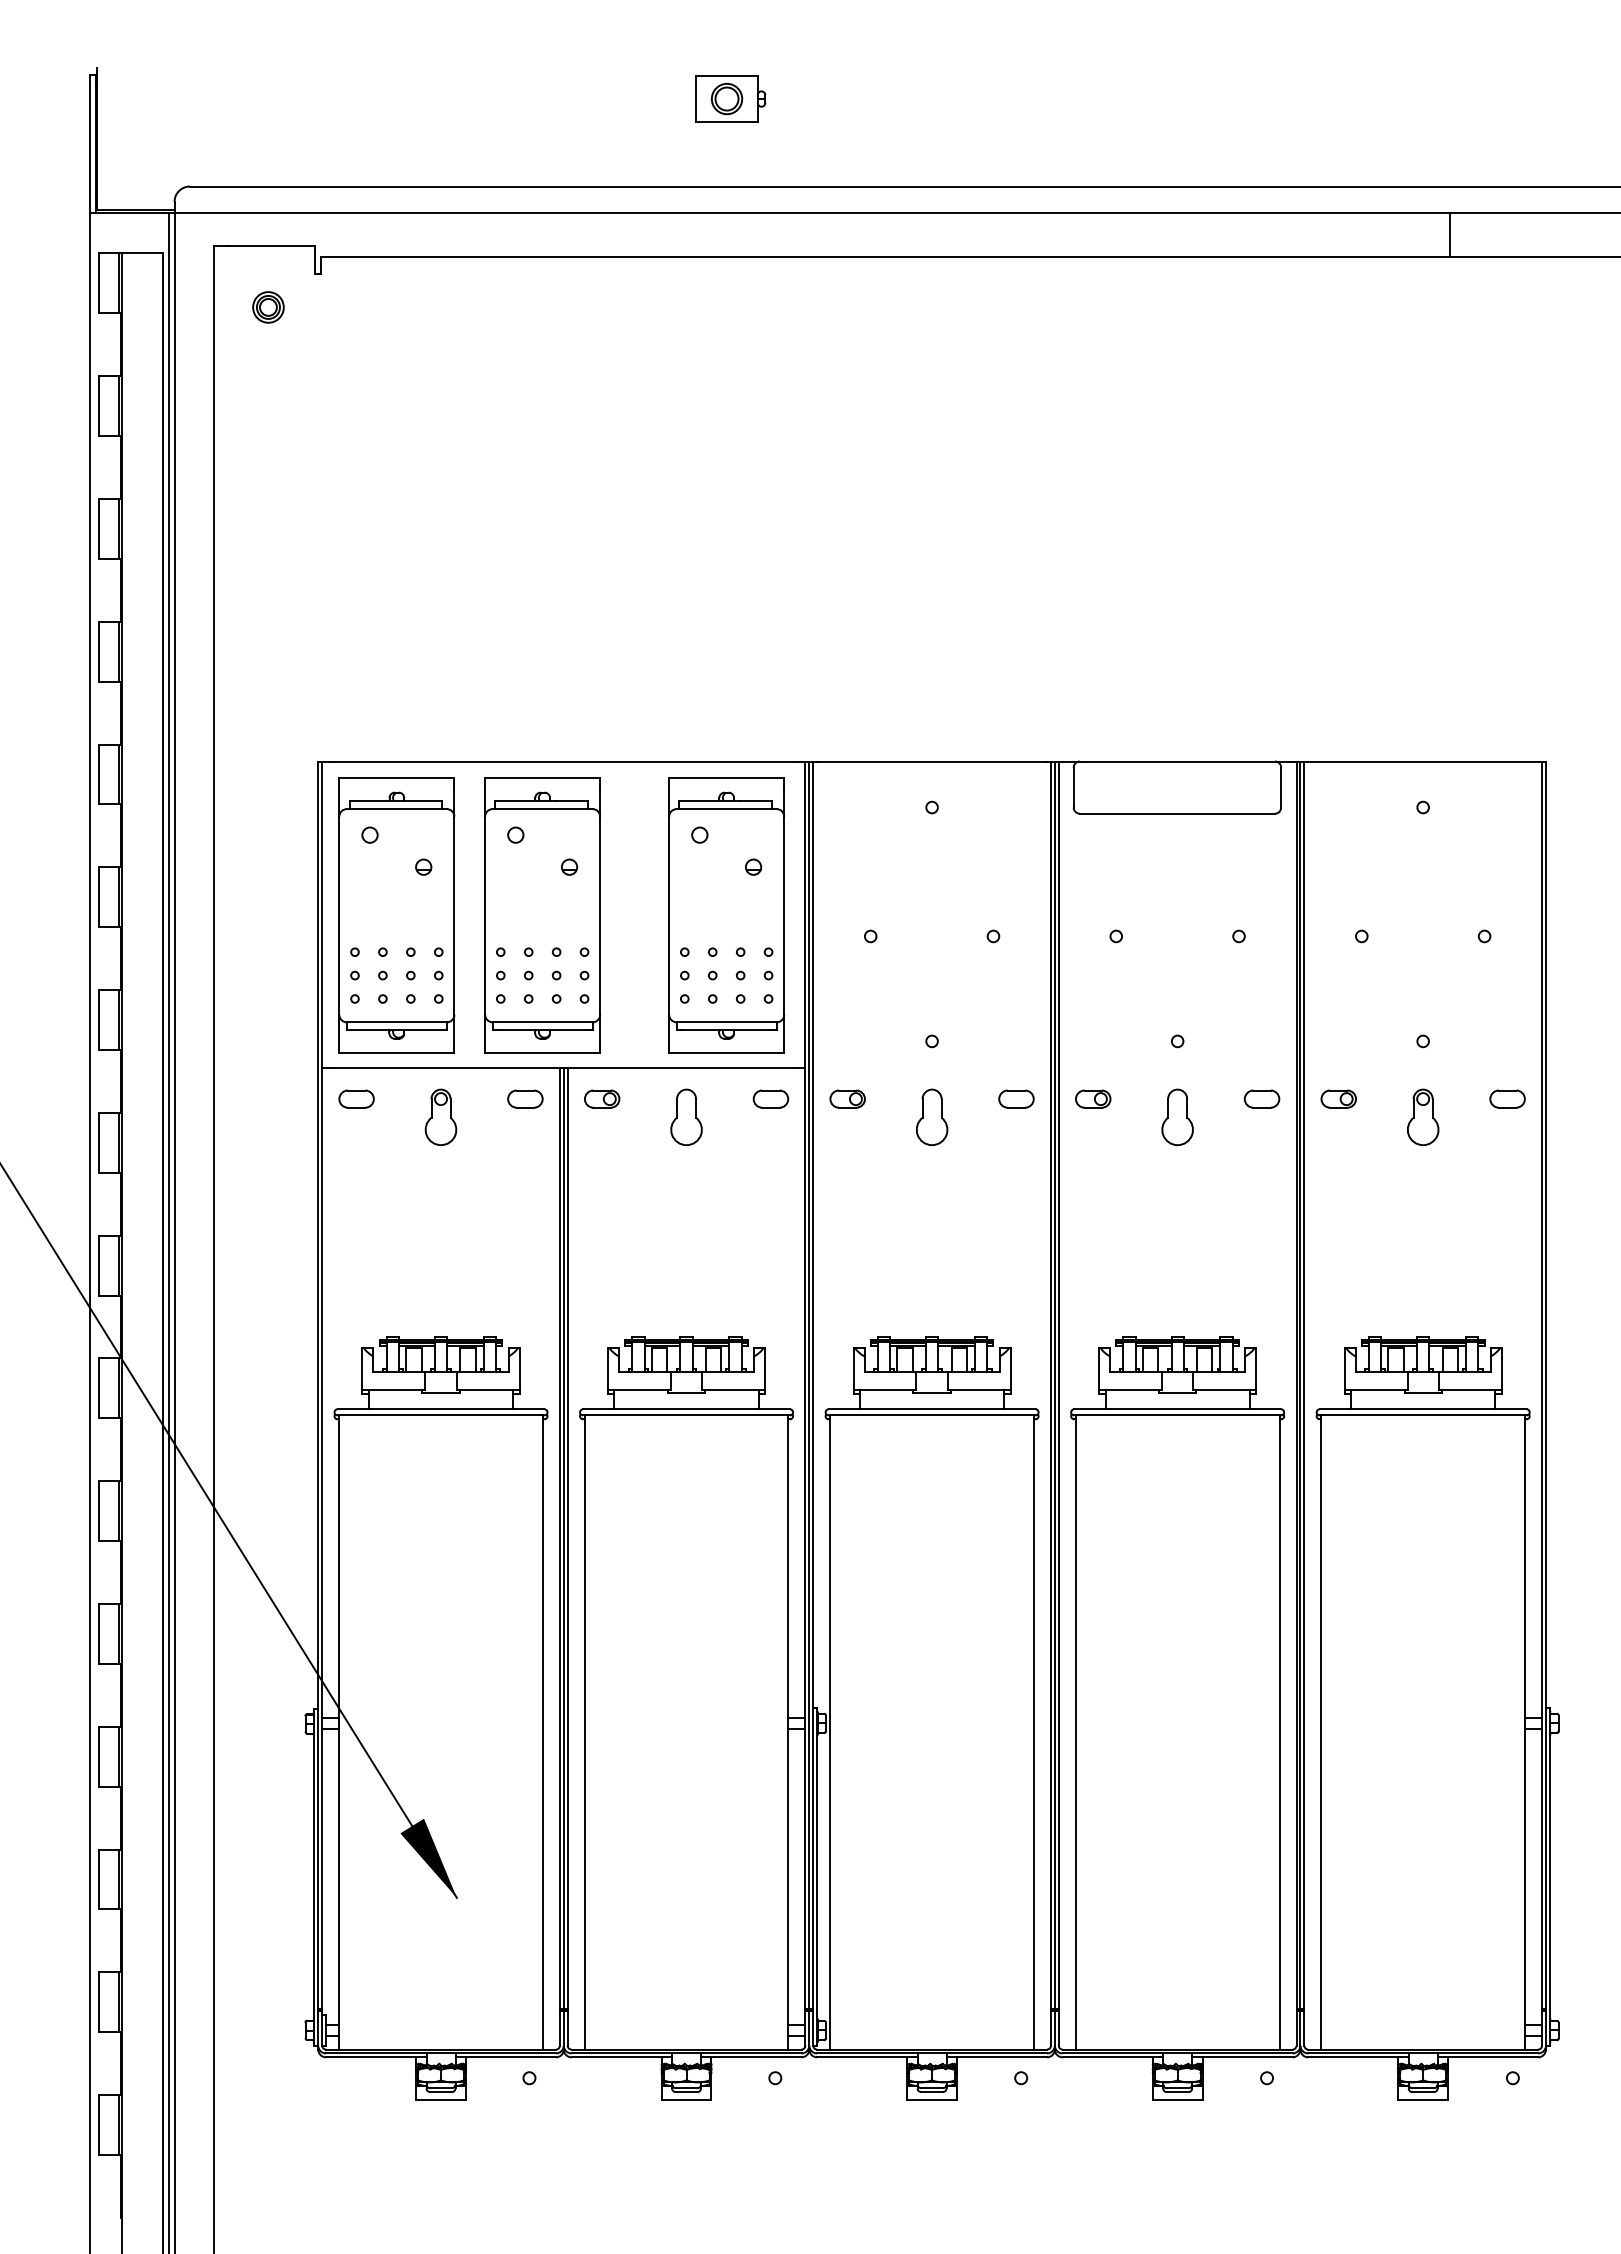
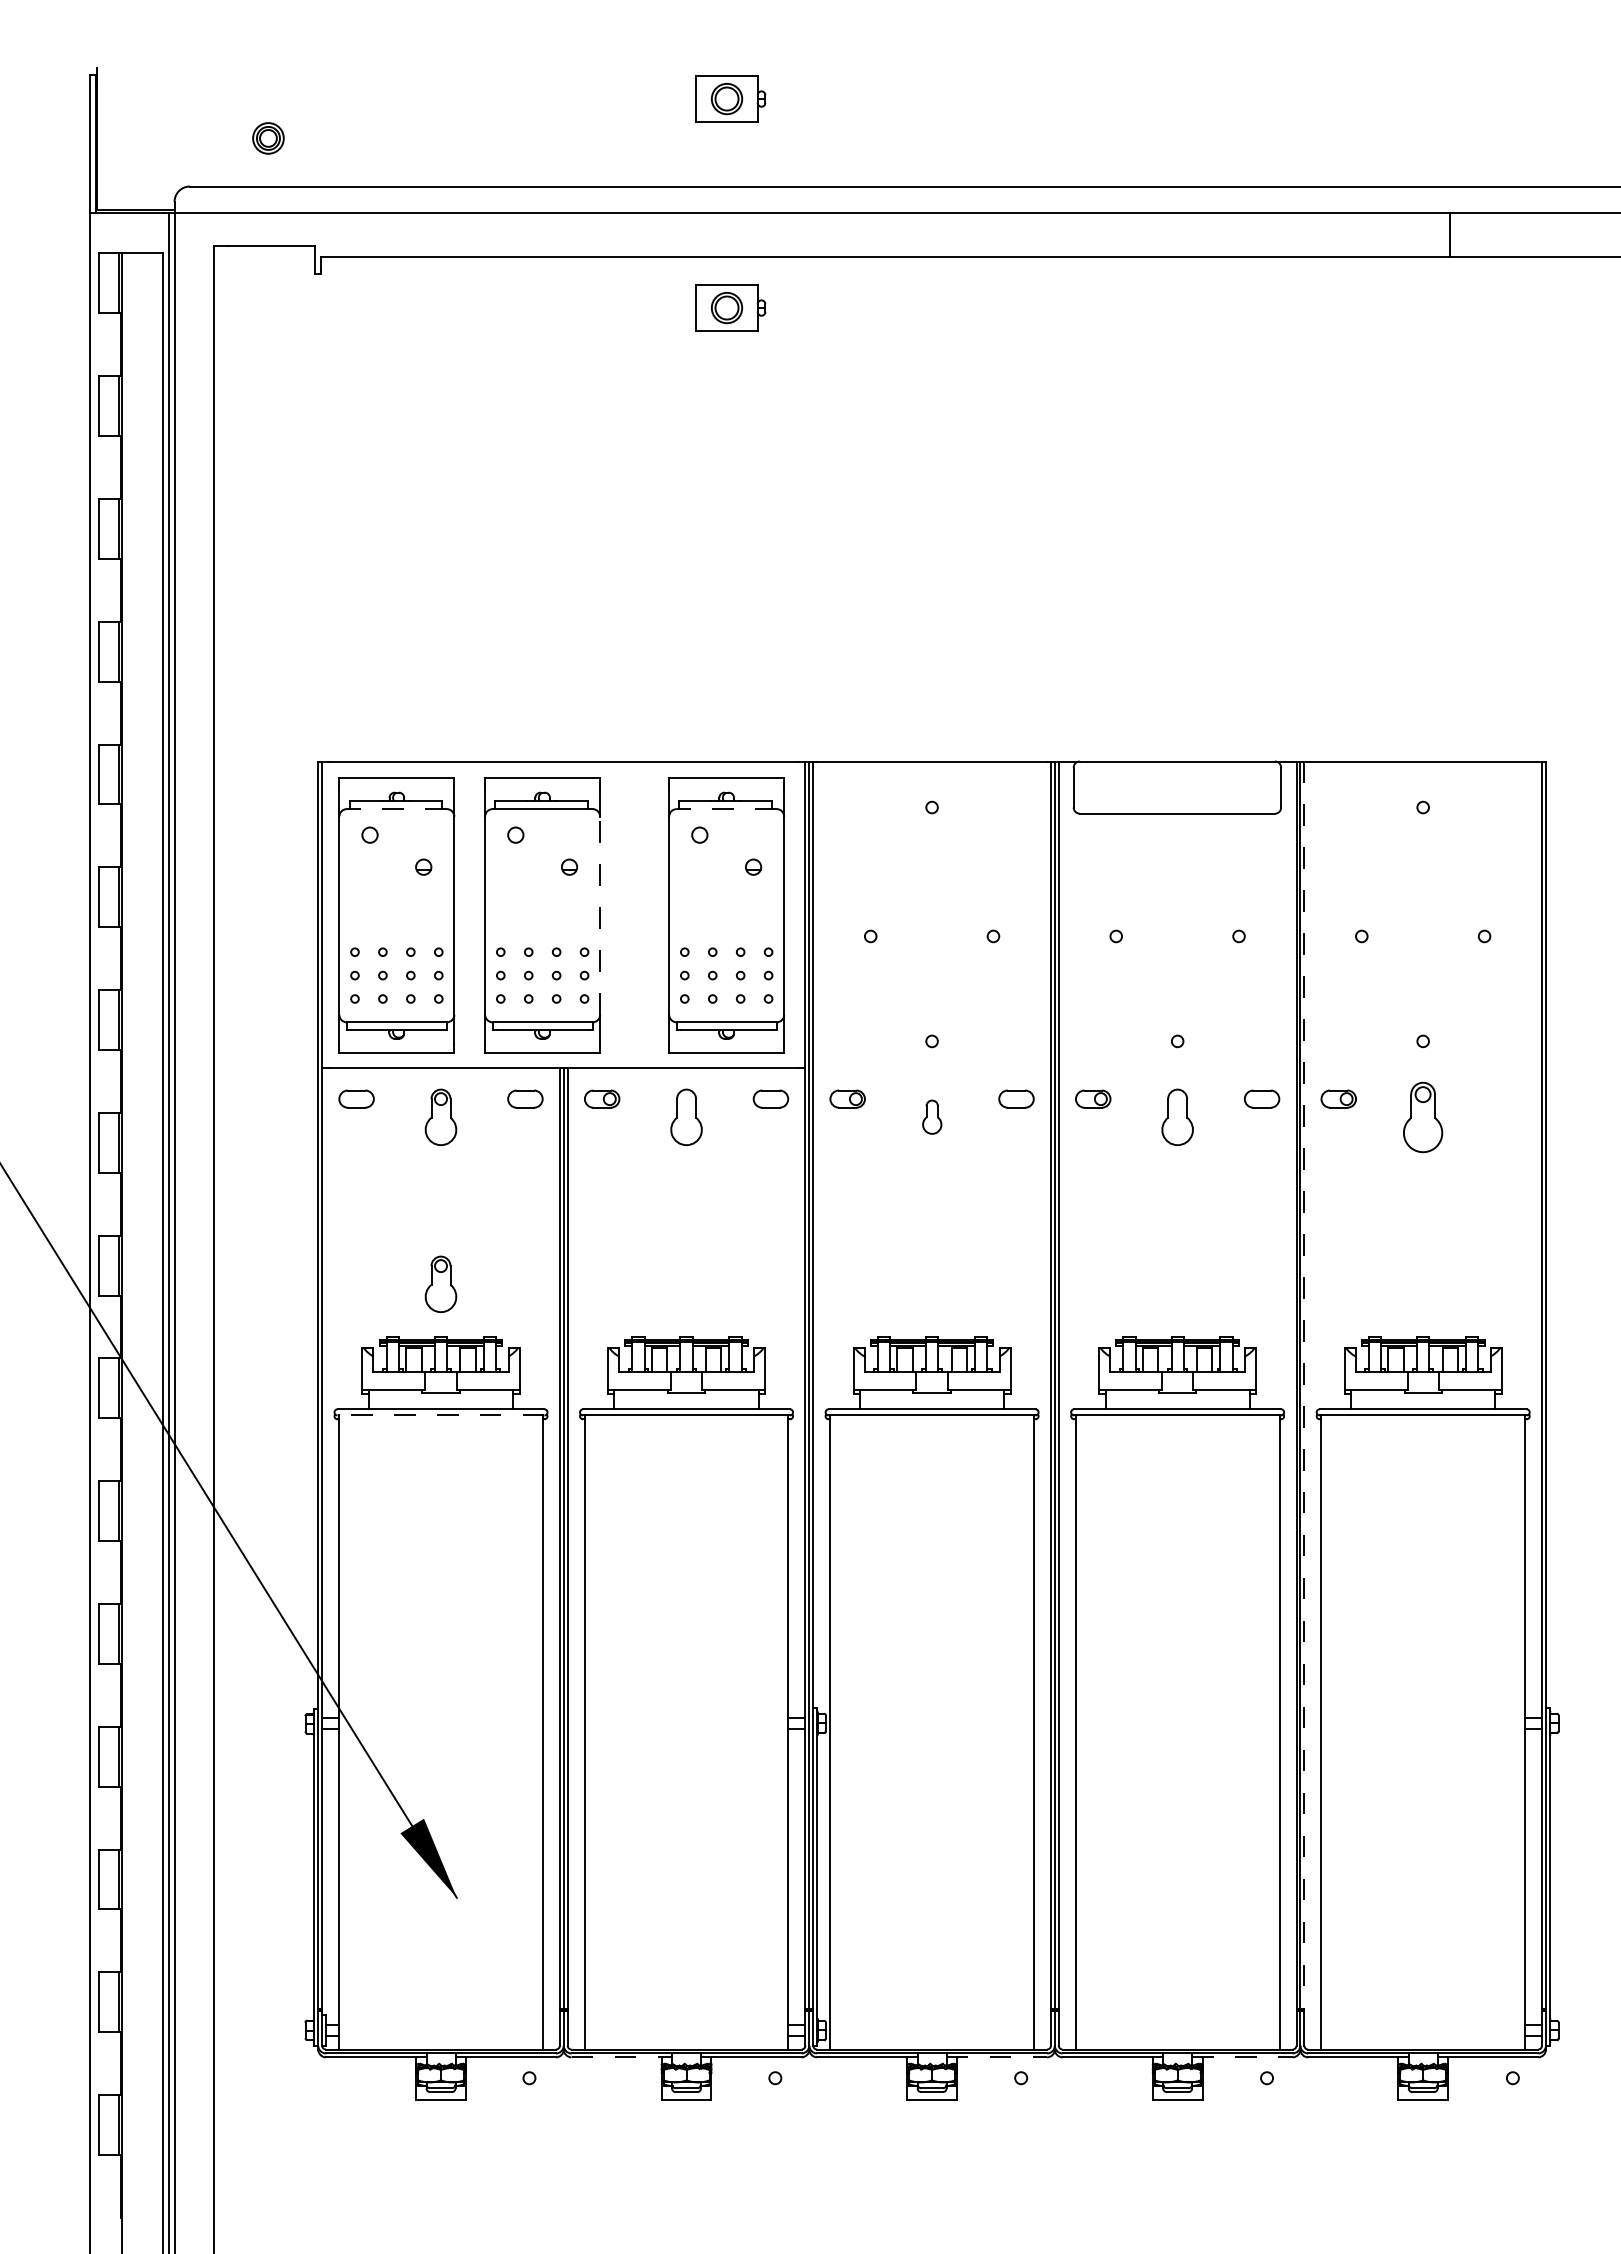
part at (268, 307) position: (268, 307) -> (268, 138)
part at (730, 307): none -> present
line at (396, 809): solid -> dashed
line at (726, 809): solid -> dashed
line at (600, 915): solid -> dashed
part at (1507, 1098): present -> none
part at (932, 1116) size: 33x58 px -> 21x36 px
part at (1423, 1116) size: 33x58 px -> 41x73 px
part at (440, 1283): none -> present
line at (1304, 1385): solid -> dashed
line at (440, 1415): solid -> dashed
line at (622, 2057): solid -> dashed
line at (997, 2057): solid -> dashed
line at (1242, 2057): solid -> dashed
